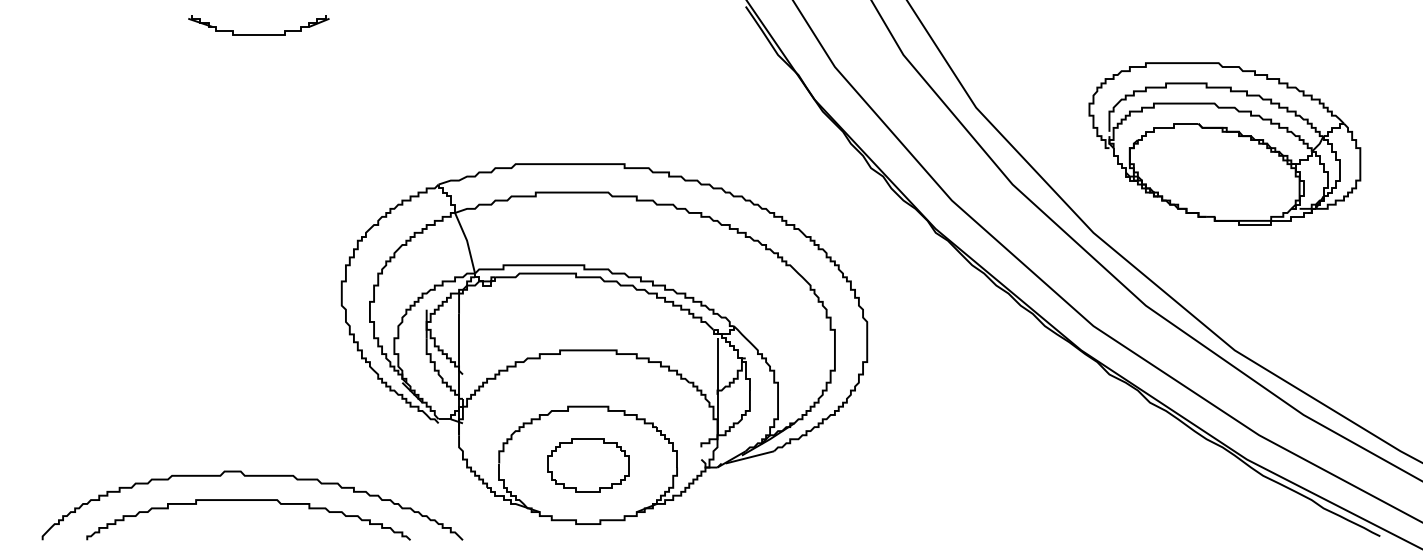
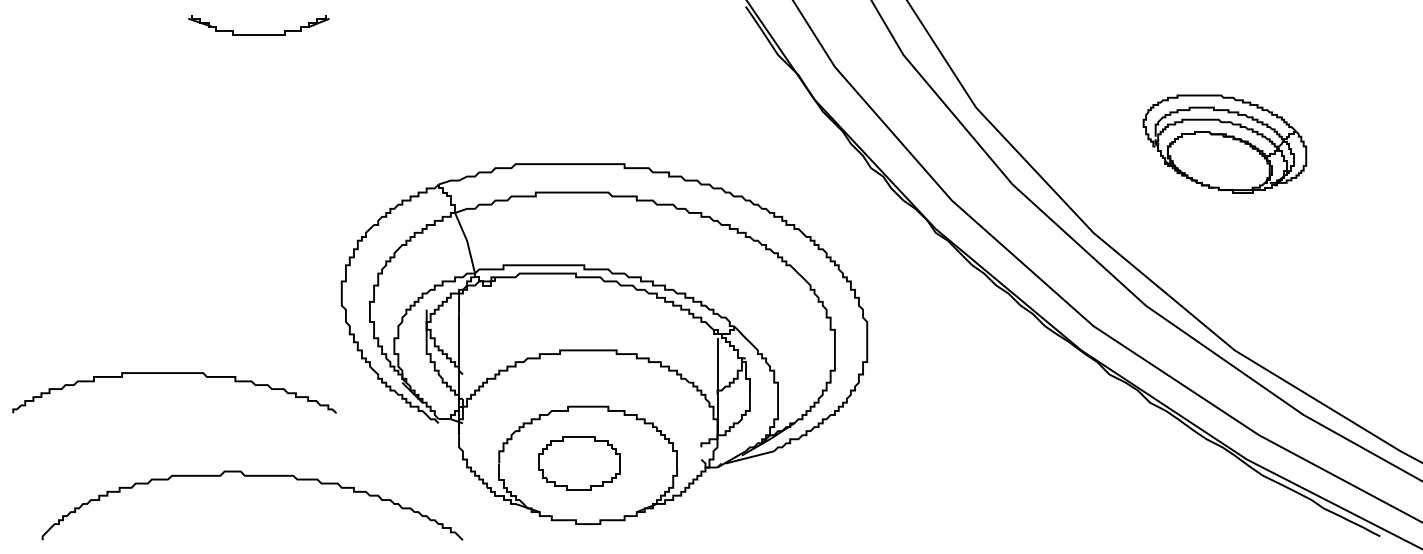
part at (1224, 143) size: 274x164 px -> 166x100 px
part at (588, 465) position: (588, 465) -> (579, 463)
curve at (248, 500) position: (248, 500) -> (174, 373)
